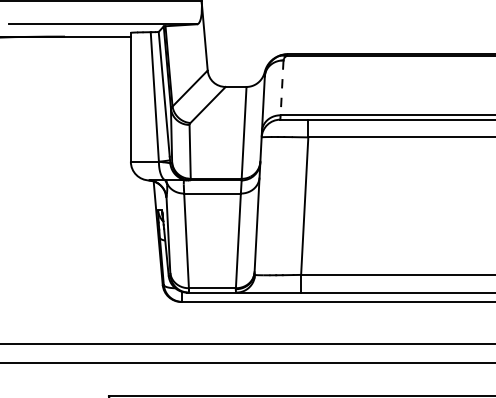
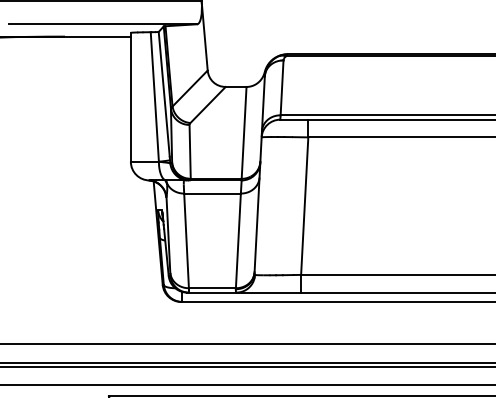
line at (282, 88): dashed -> solid
line at (247, 366): none -> present
line at (247, 385): none -> present
